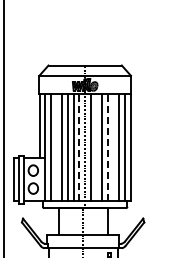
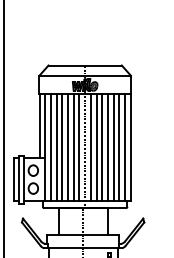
line at (56, 147): none -> present
line at (79, 147): dashed -> solid
line at (96, 147): none -> present
line at (107, 147): dashed -> solid
line at (113, 147): none -> present
